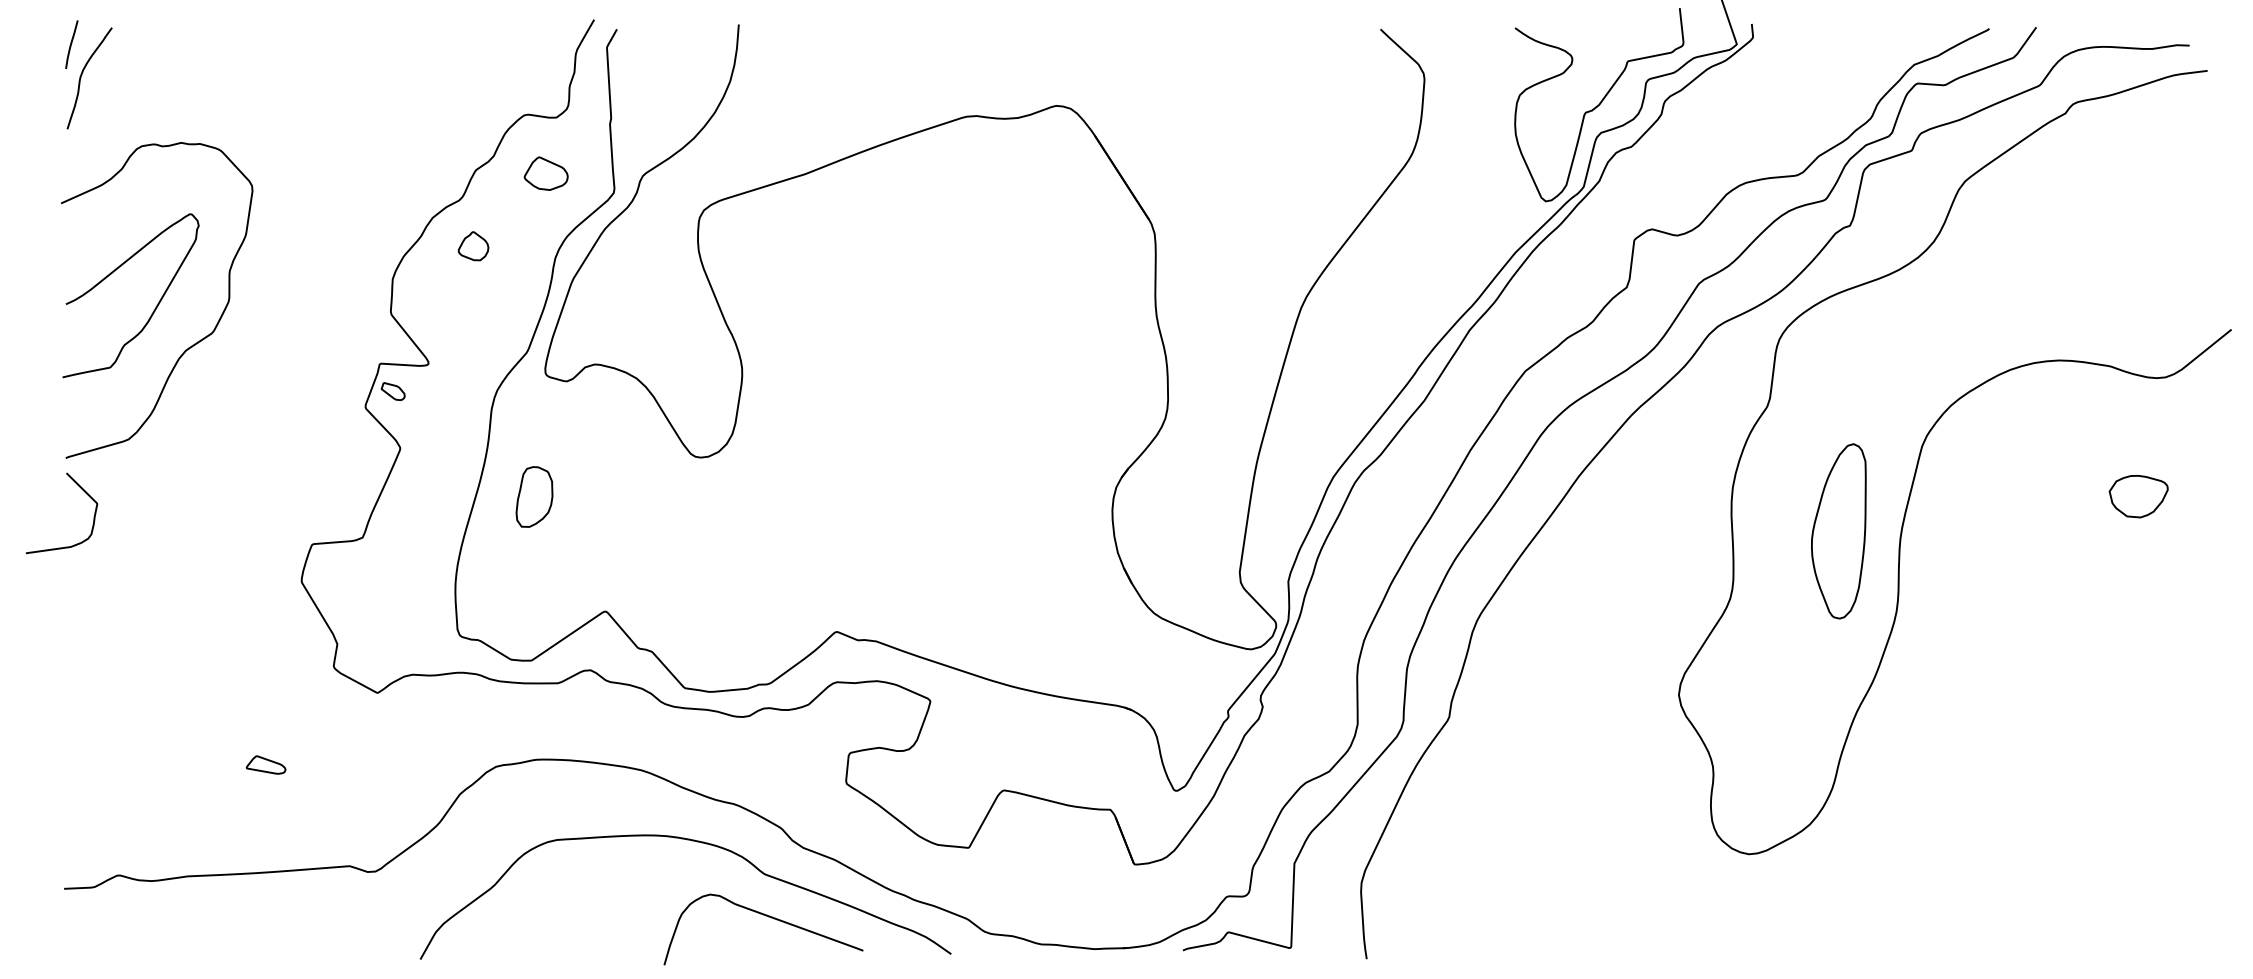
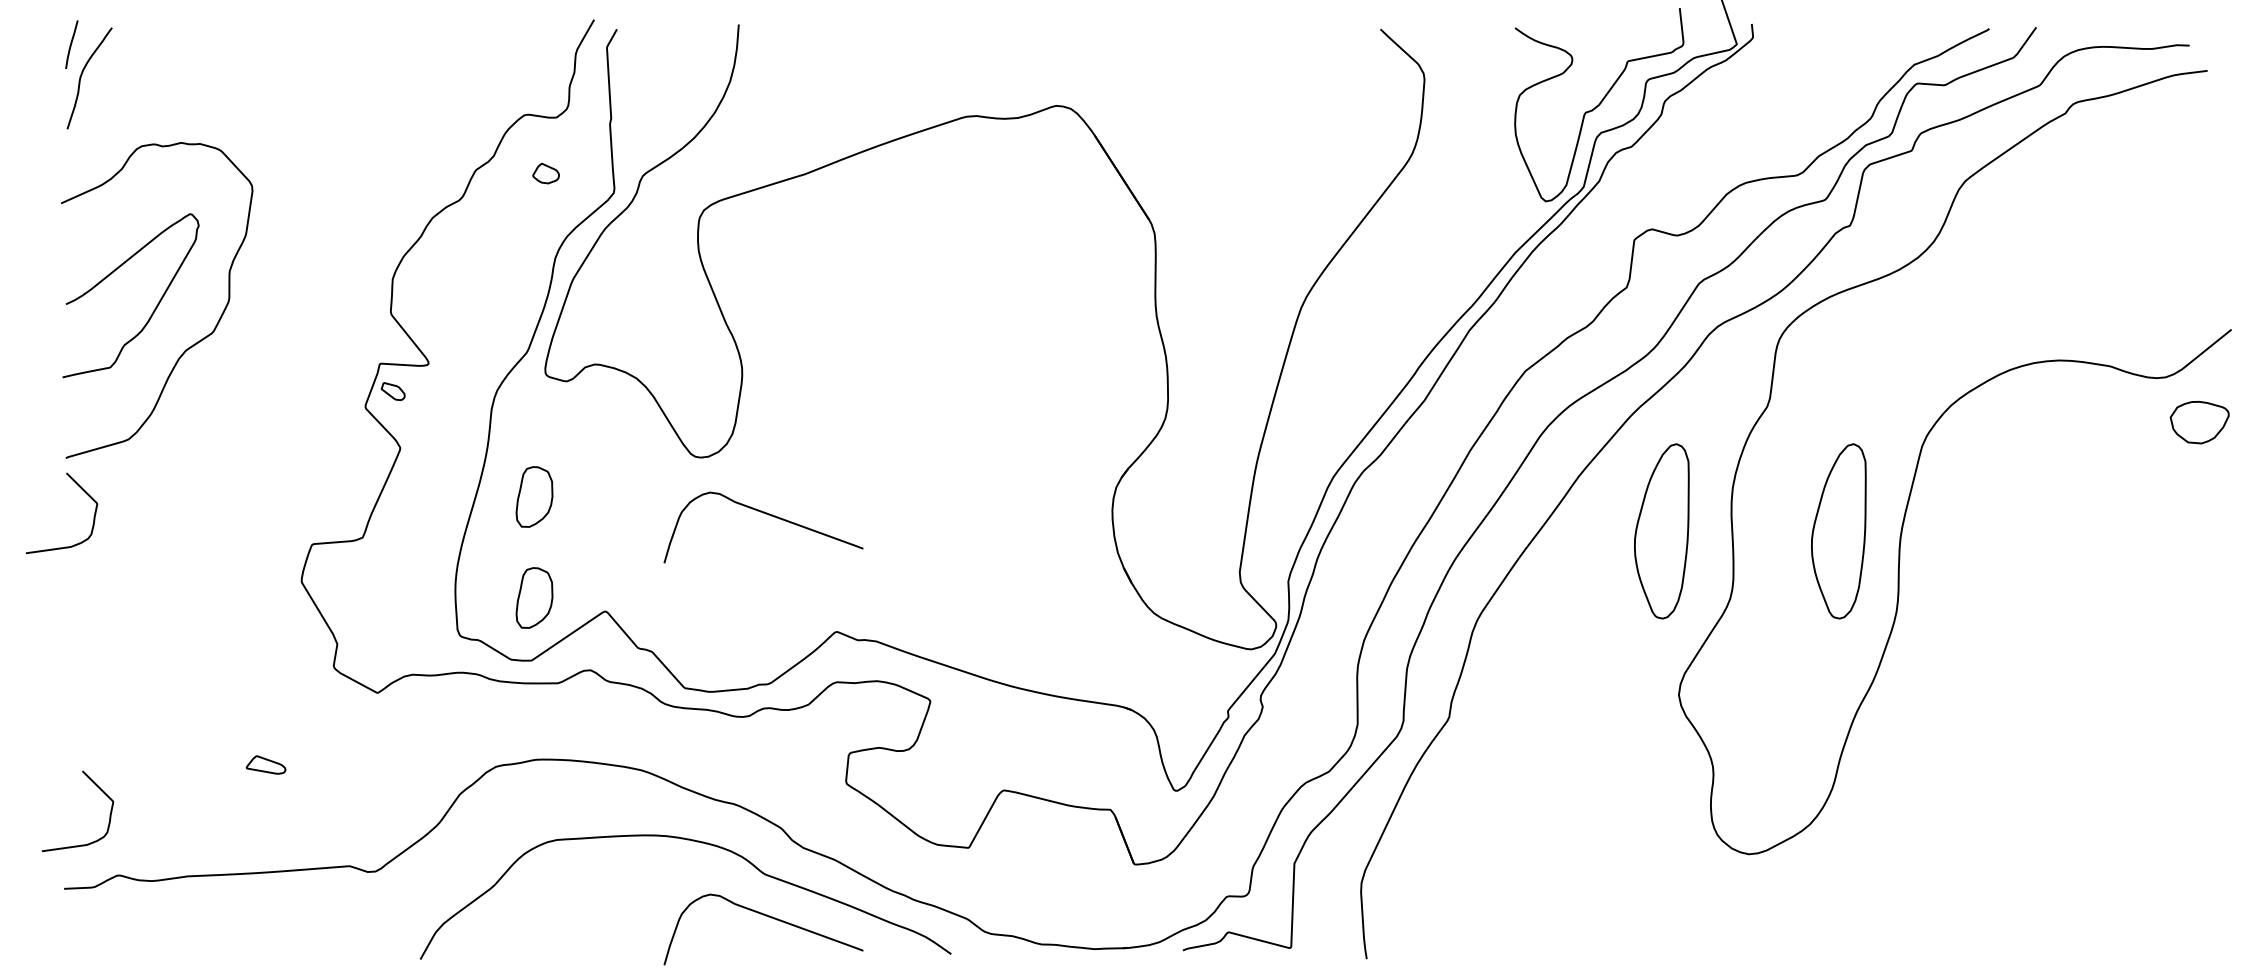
part at (545, 173) size: 46x35 px -> 28x22 px
part at (473, 246): present -> none
part at (2138, 496) position: (2138, 496) -> (2199, 422)
curve at (768, 515): none -> present
part at (1661, 531): none -> present
part at (534, 597): none -> present
curve at (99, 789): none -> present
